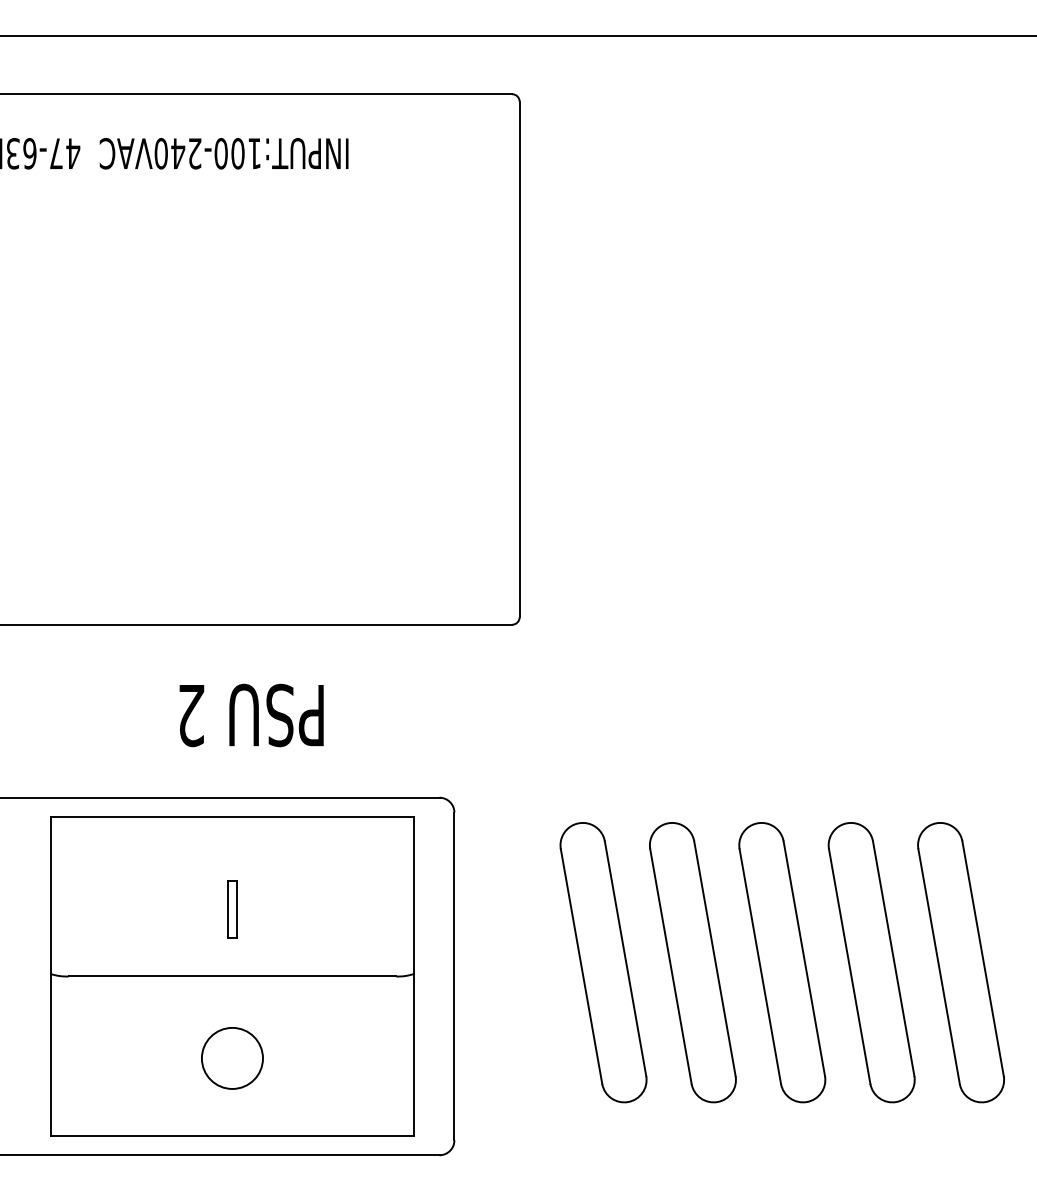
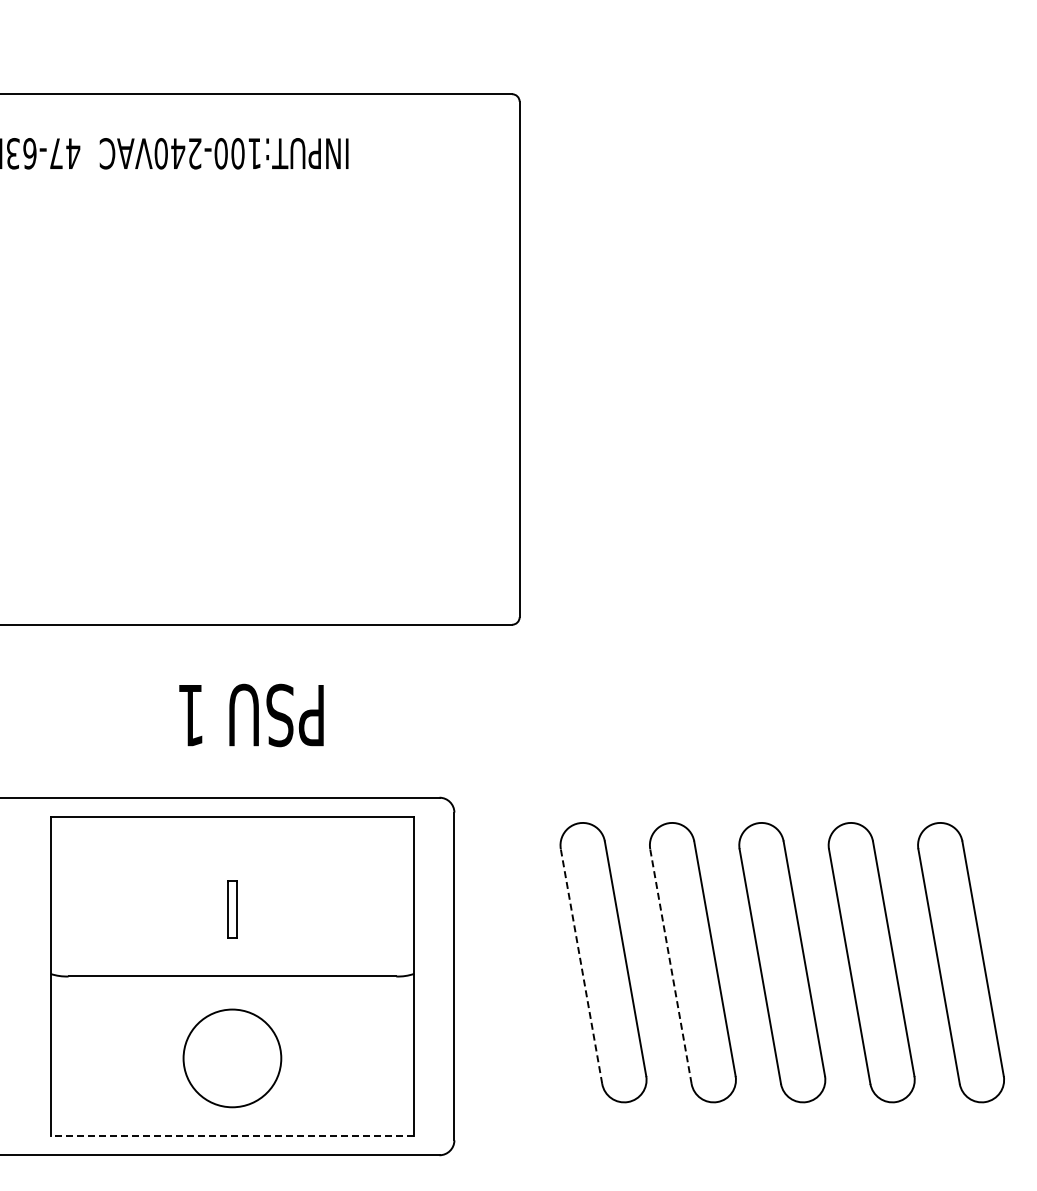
line at (517, 35): present -> none
text at (191, 716): 2 -> 1
line at (581, 966): solid -> dashed
line at (670, 966): solid -> dashed
circle at (231, 1057) diameter: 61 px -> 98 px
line at (232, 1135): solid -> dashed
